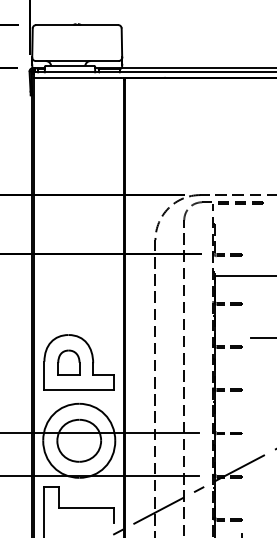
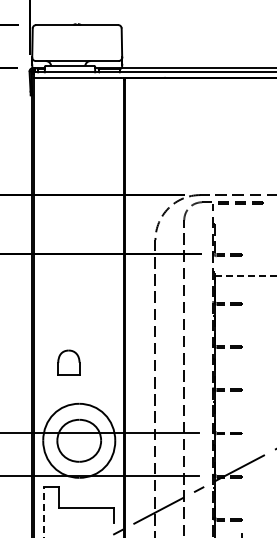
line at (245, 276): solid -> dashed
line at (261, 338): present -> none
part at (78, 362): present -> none
line at (44, 511): solid -> dashed
